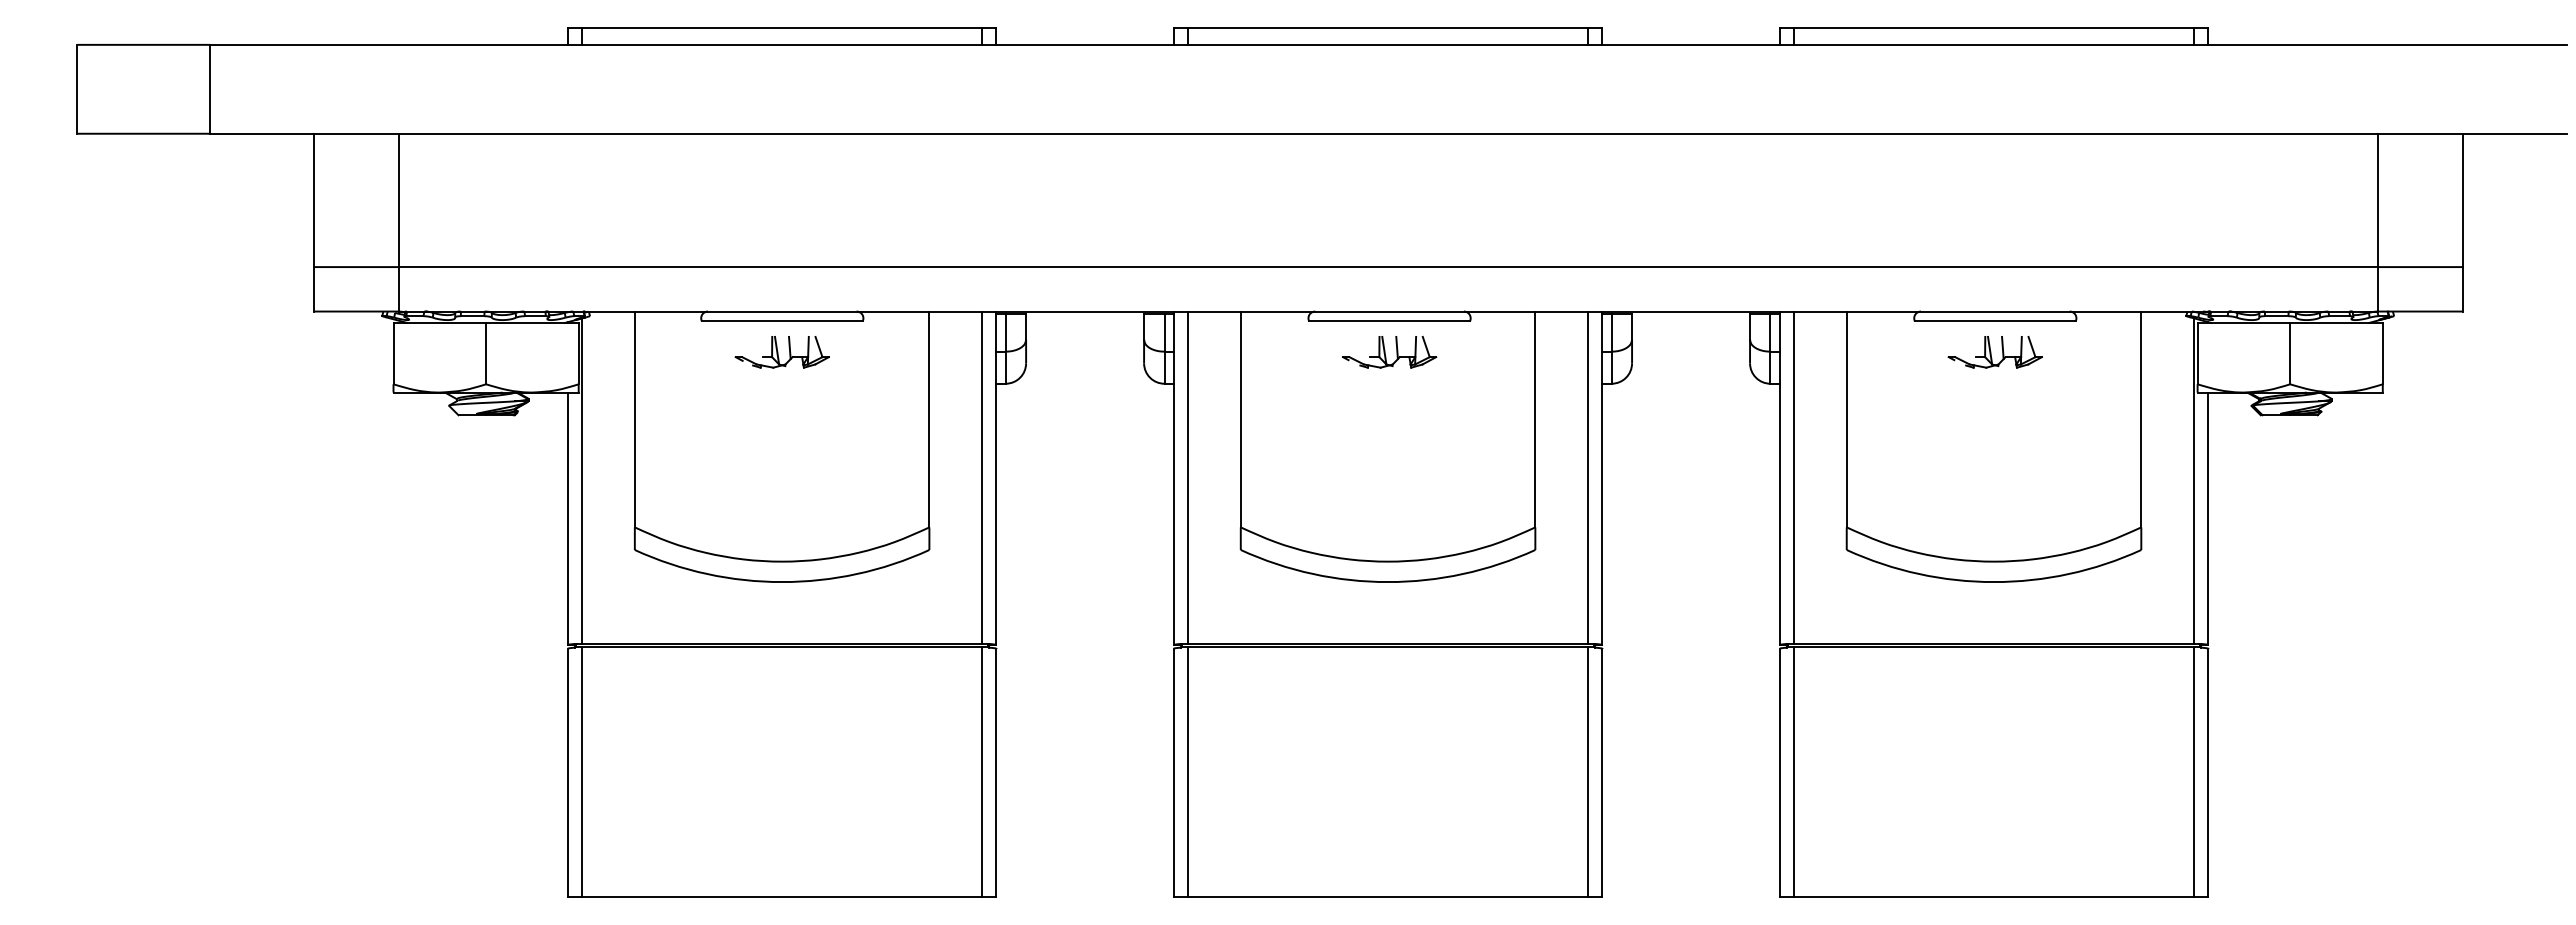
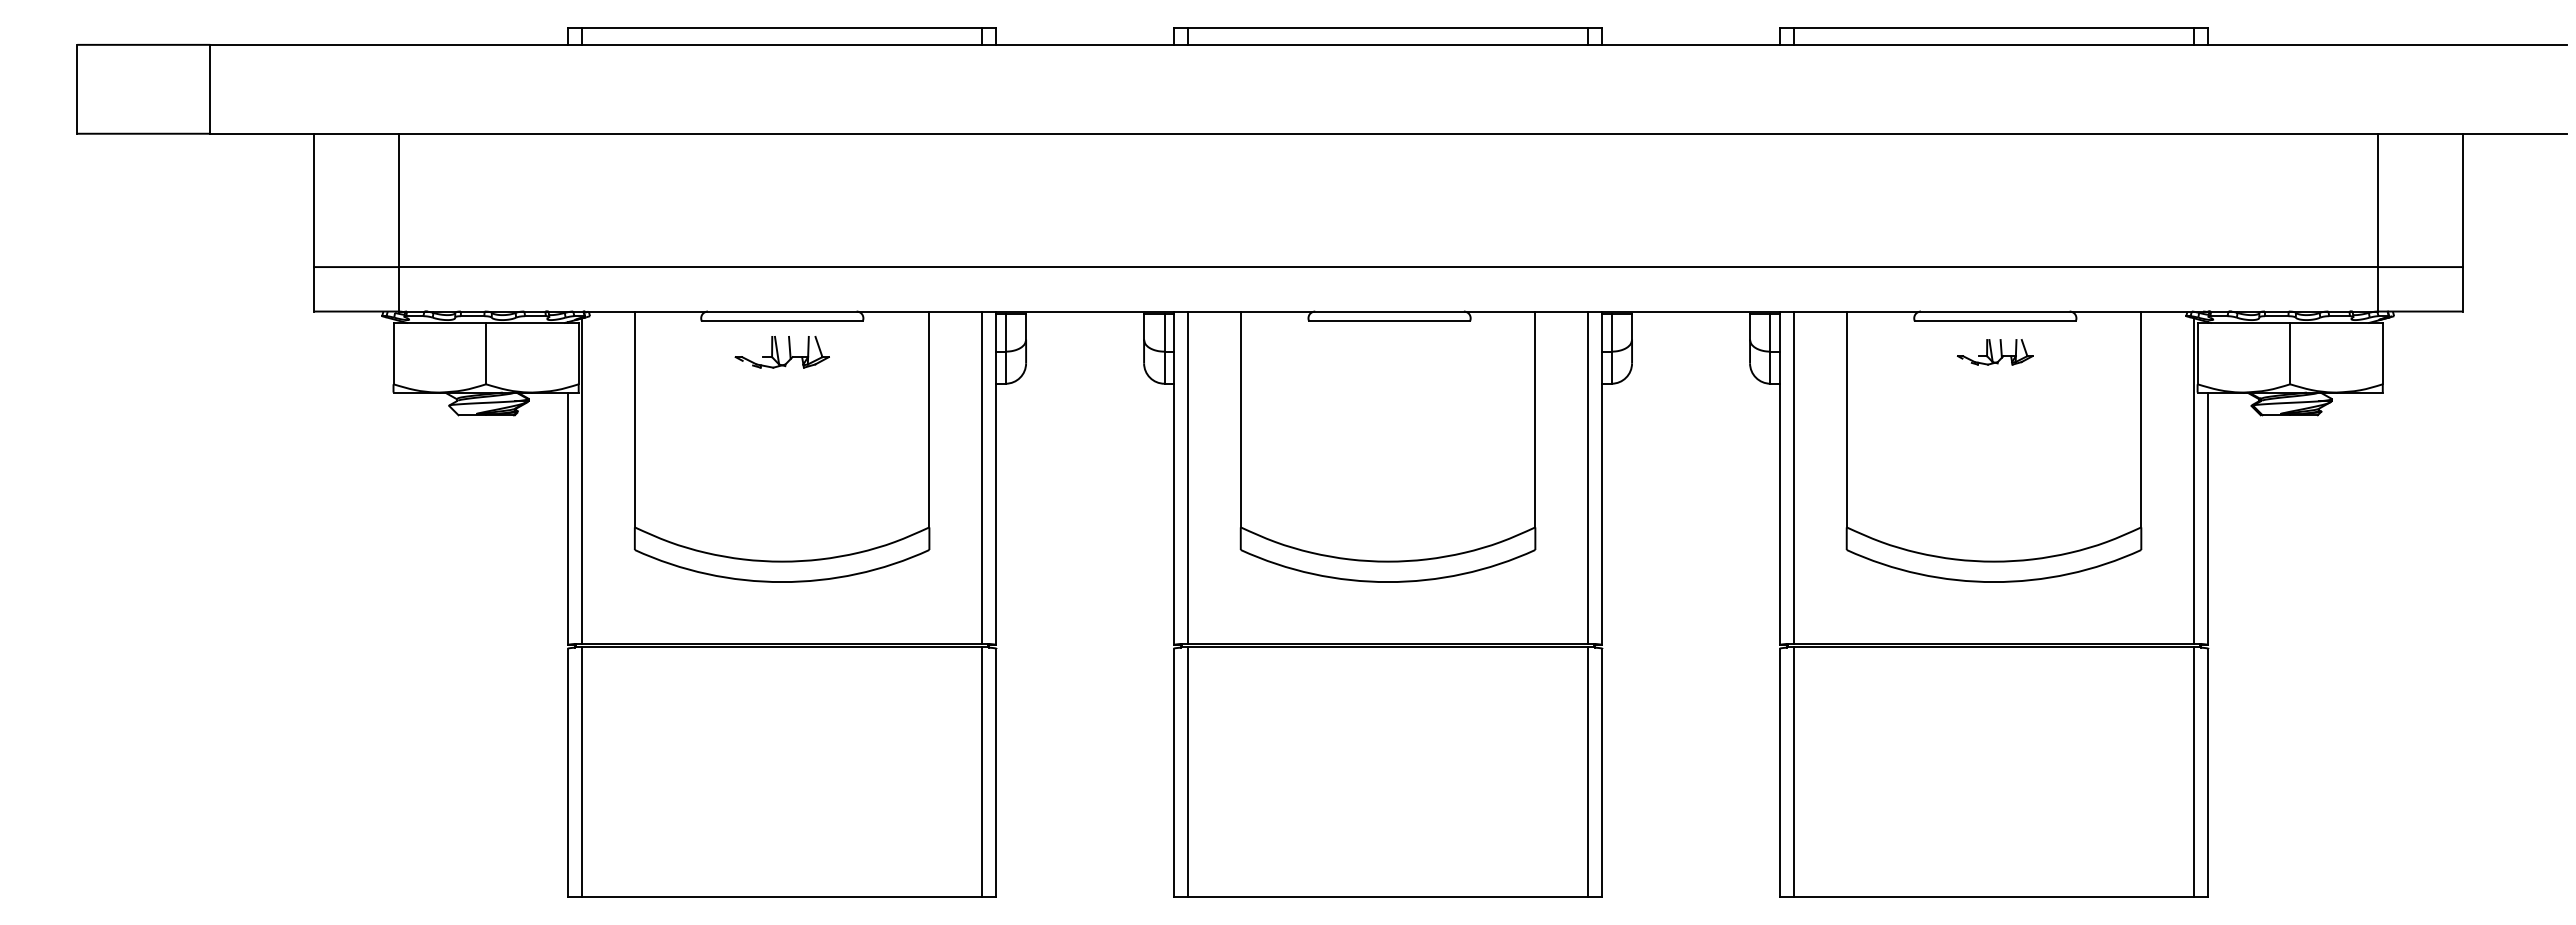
part at (1389, 352): present -> none
part at (1994, 352) size: 96x33 px -> 77x27 px
